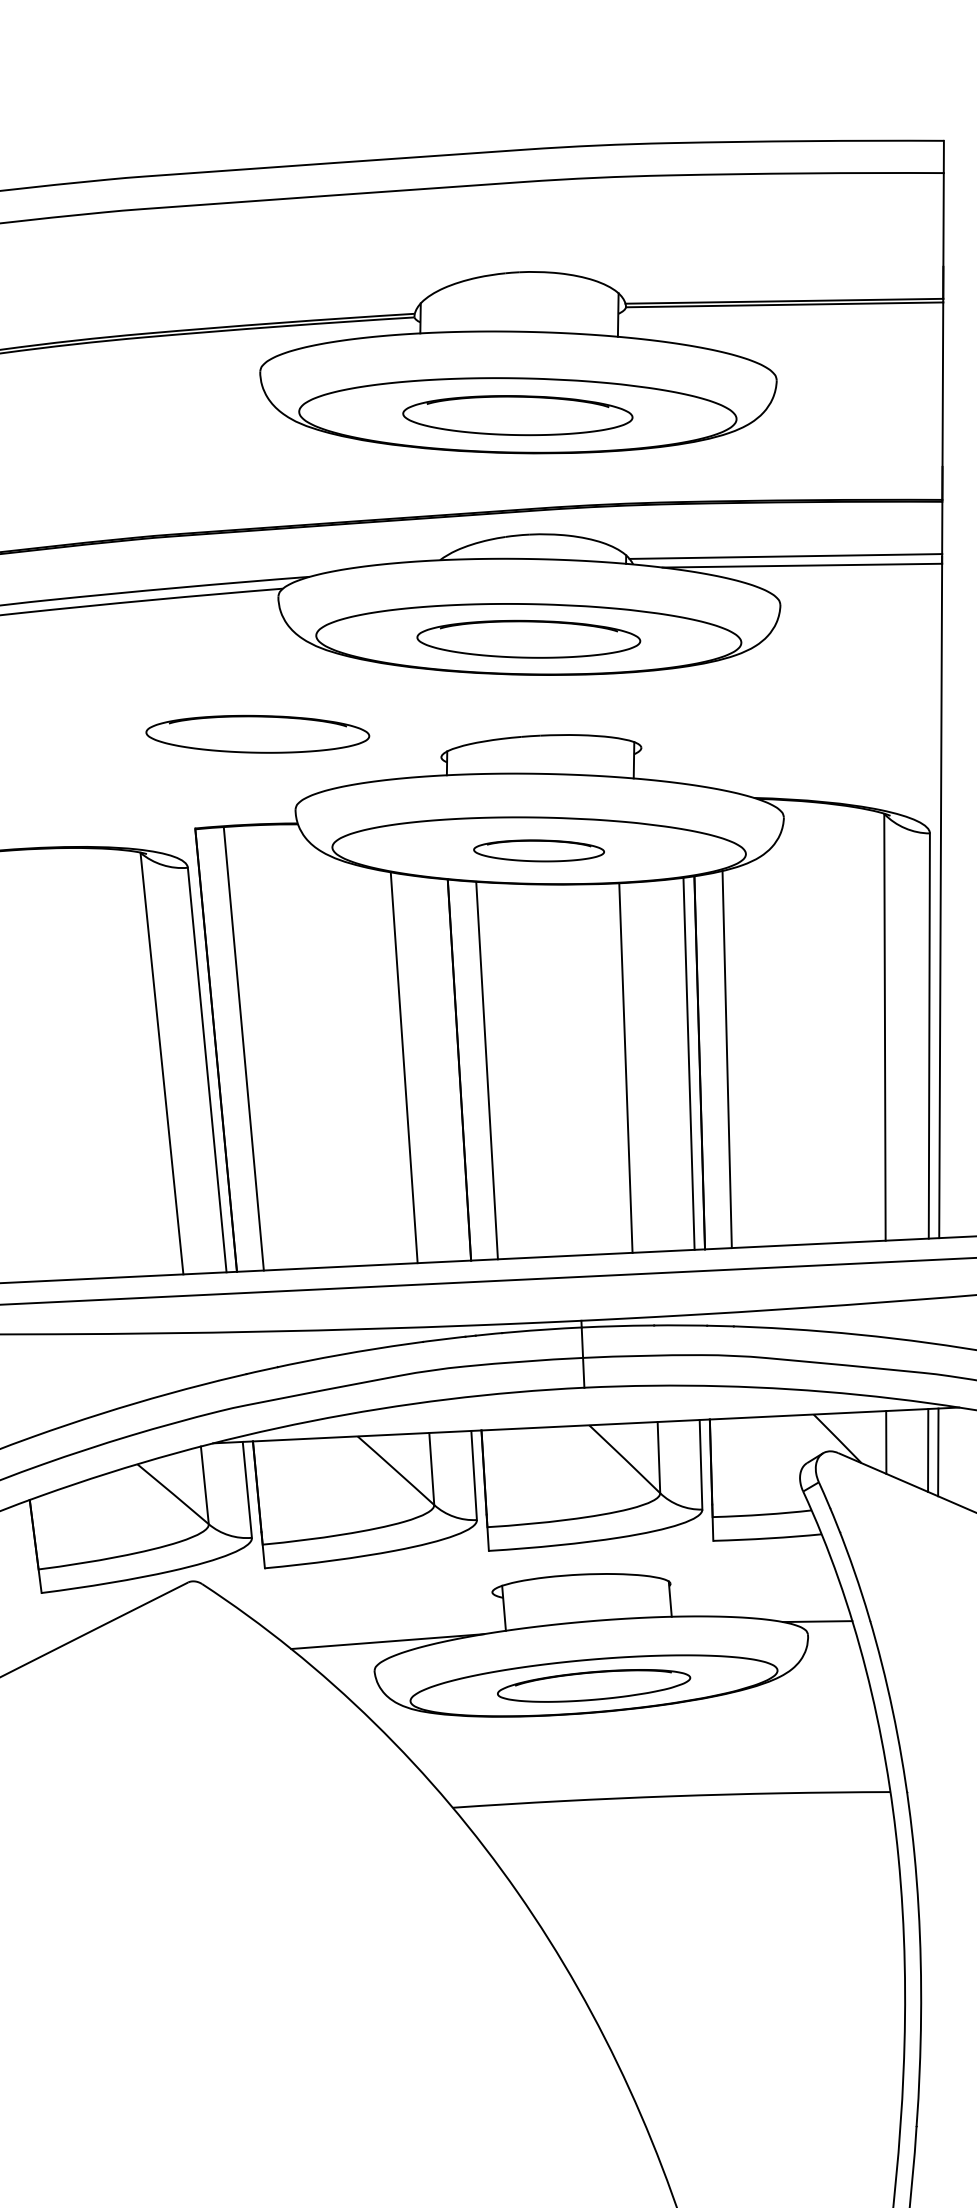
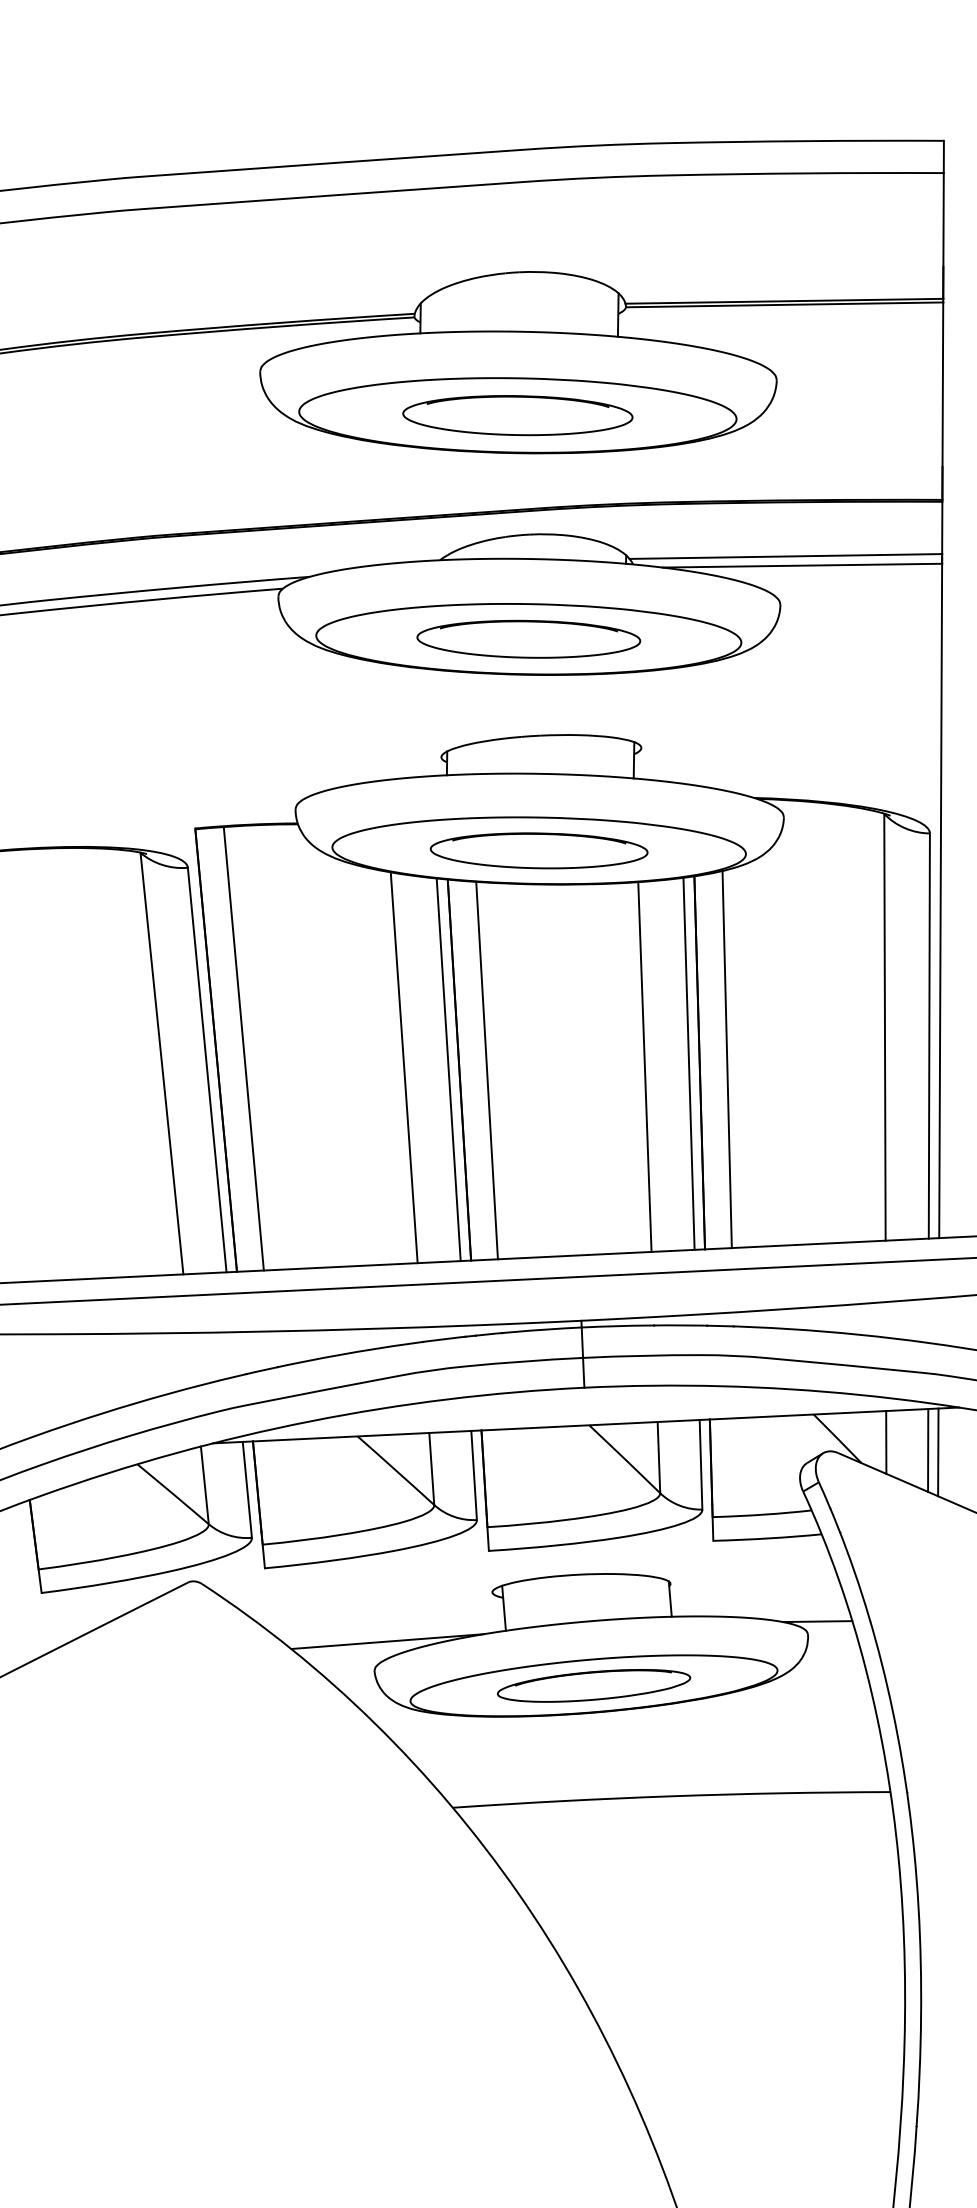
part at (257, 733): present -> none
part at (538, 850) size: 132x24 px -> 220x38 px
line at (625, 1067) position: (625, 1067) -> (644, 1066)
line at (448, 1069): none -> present
